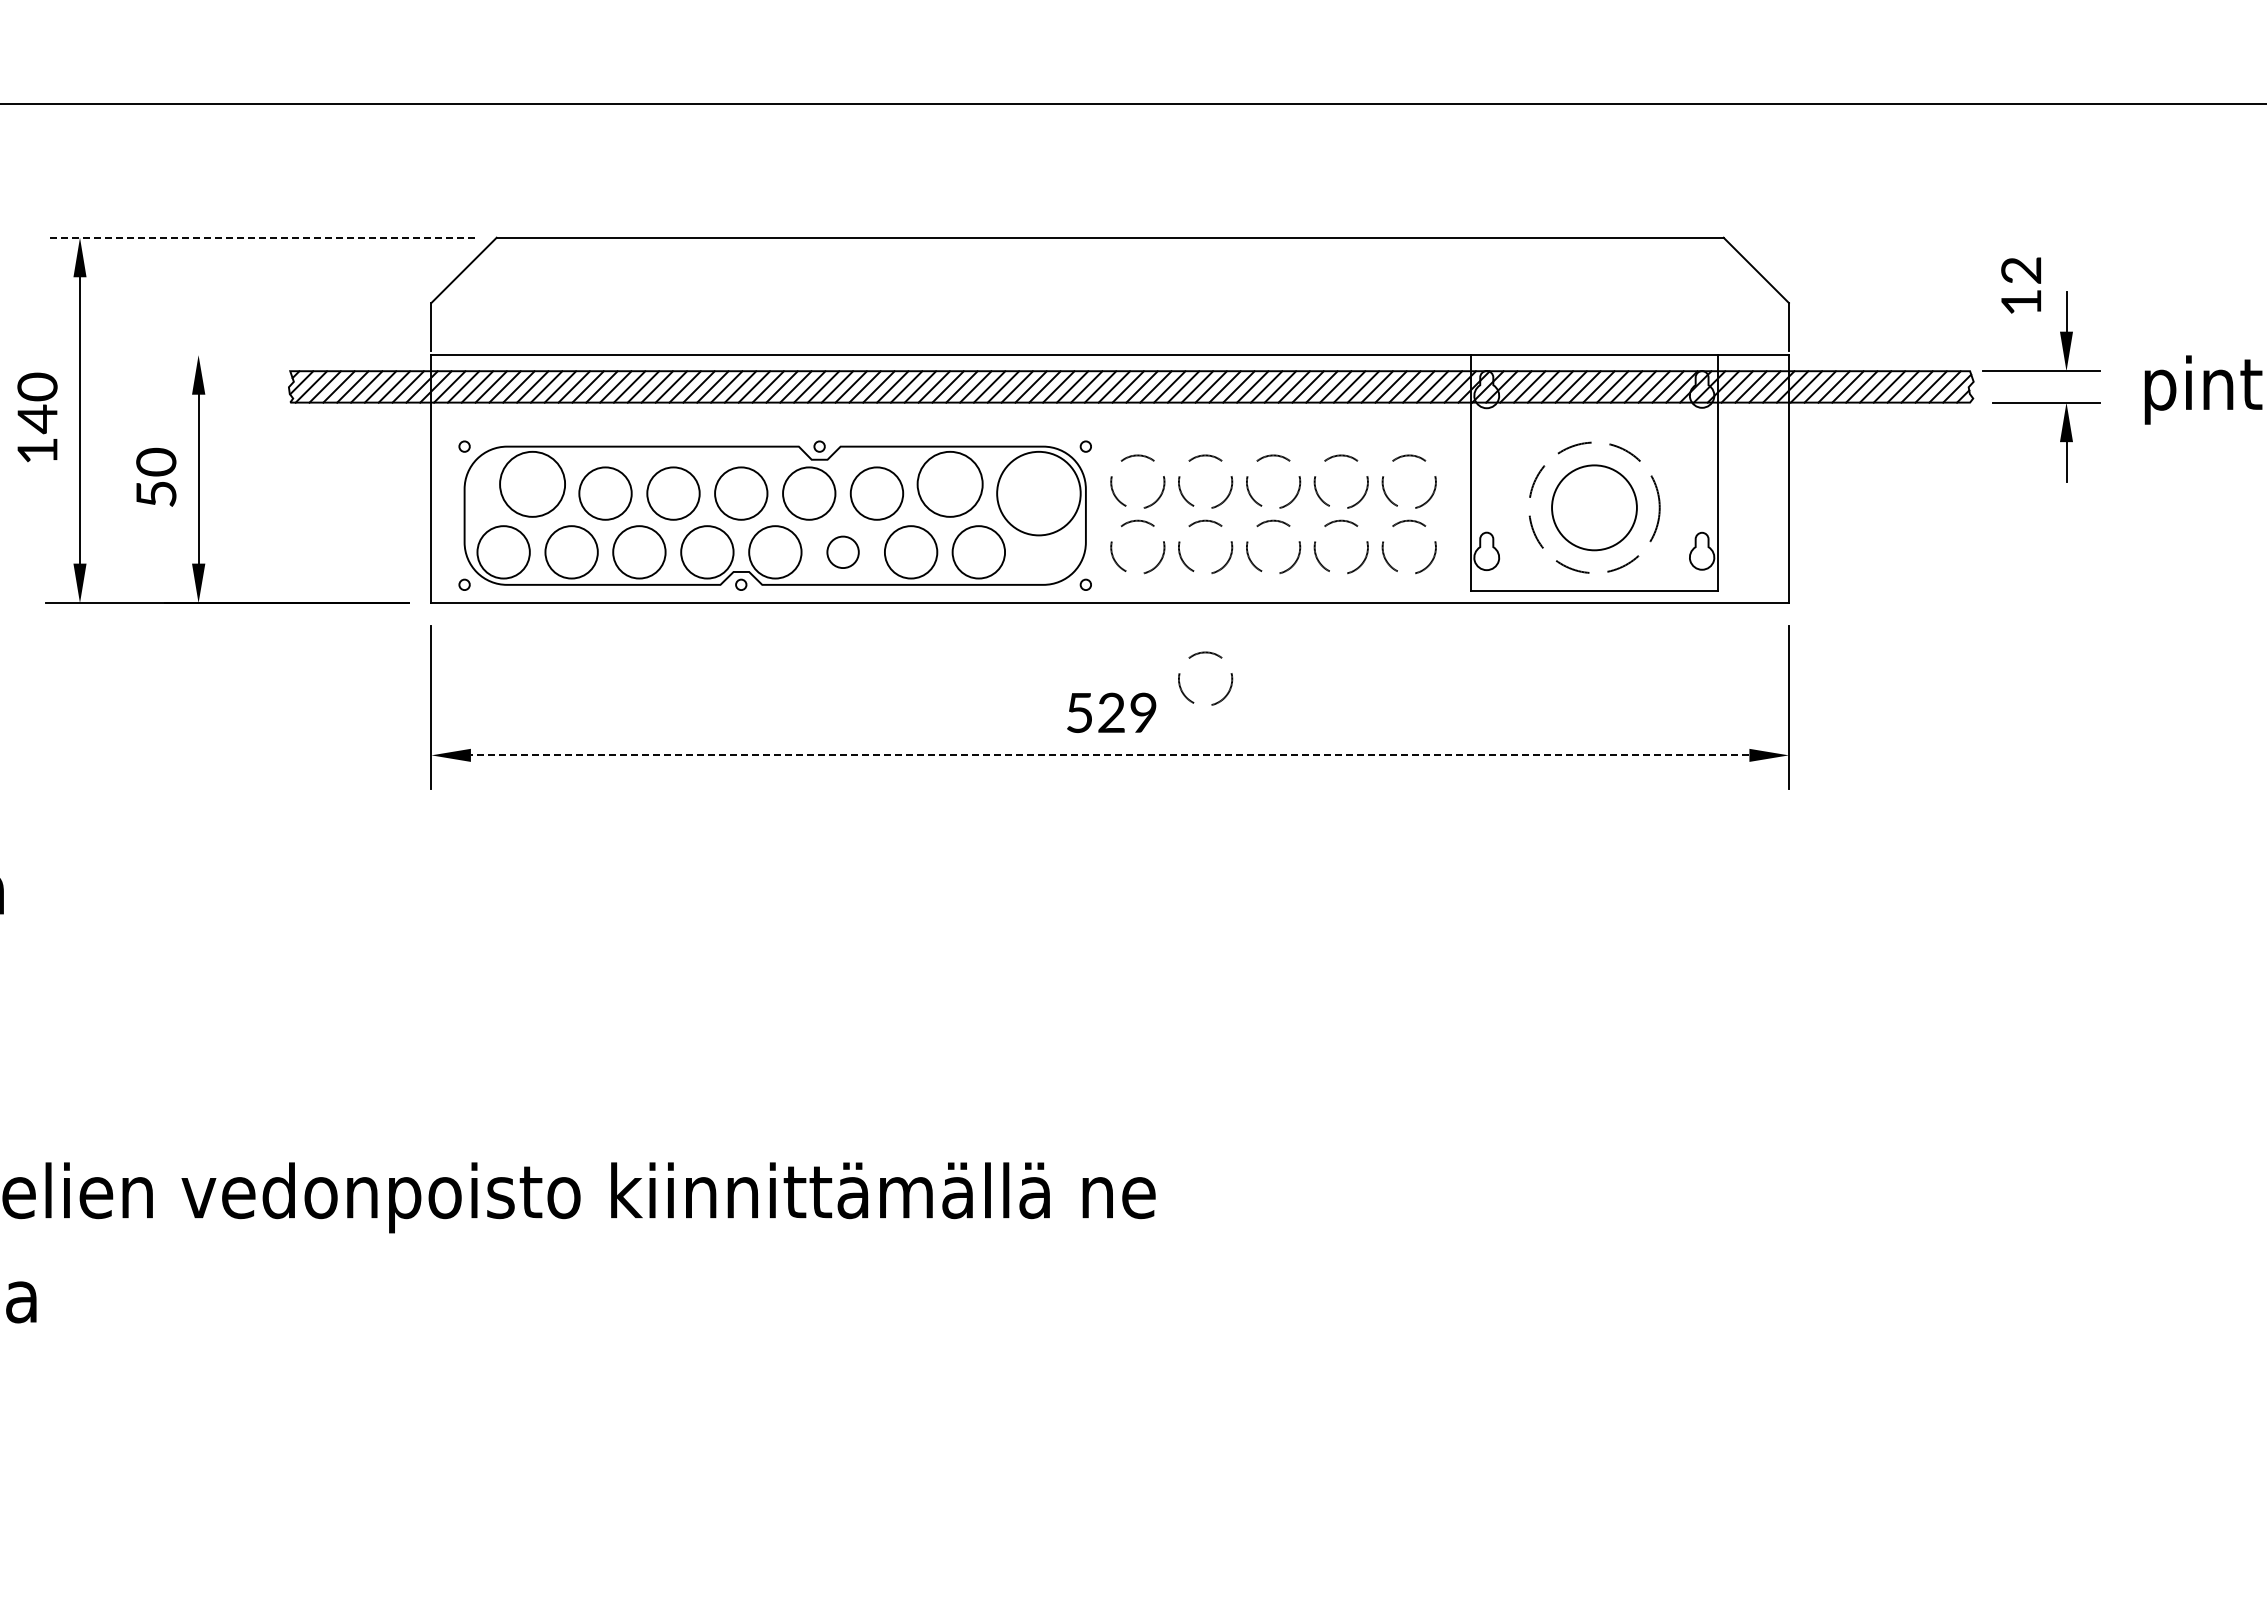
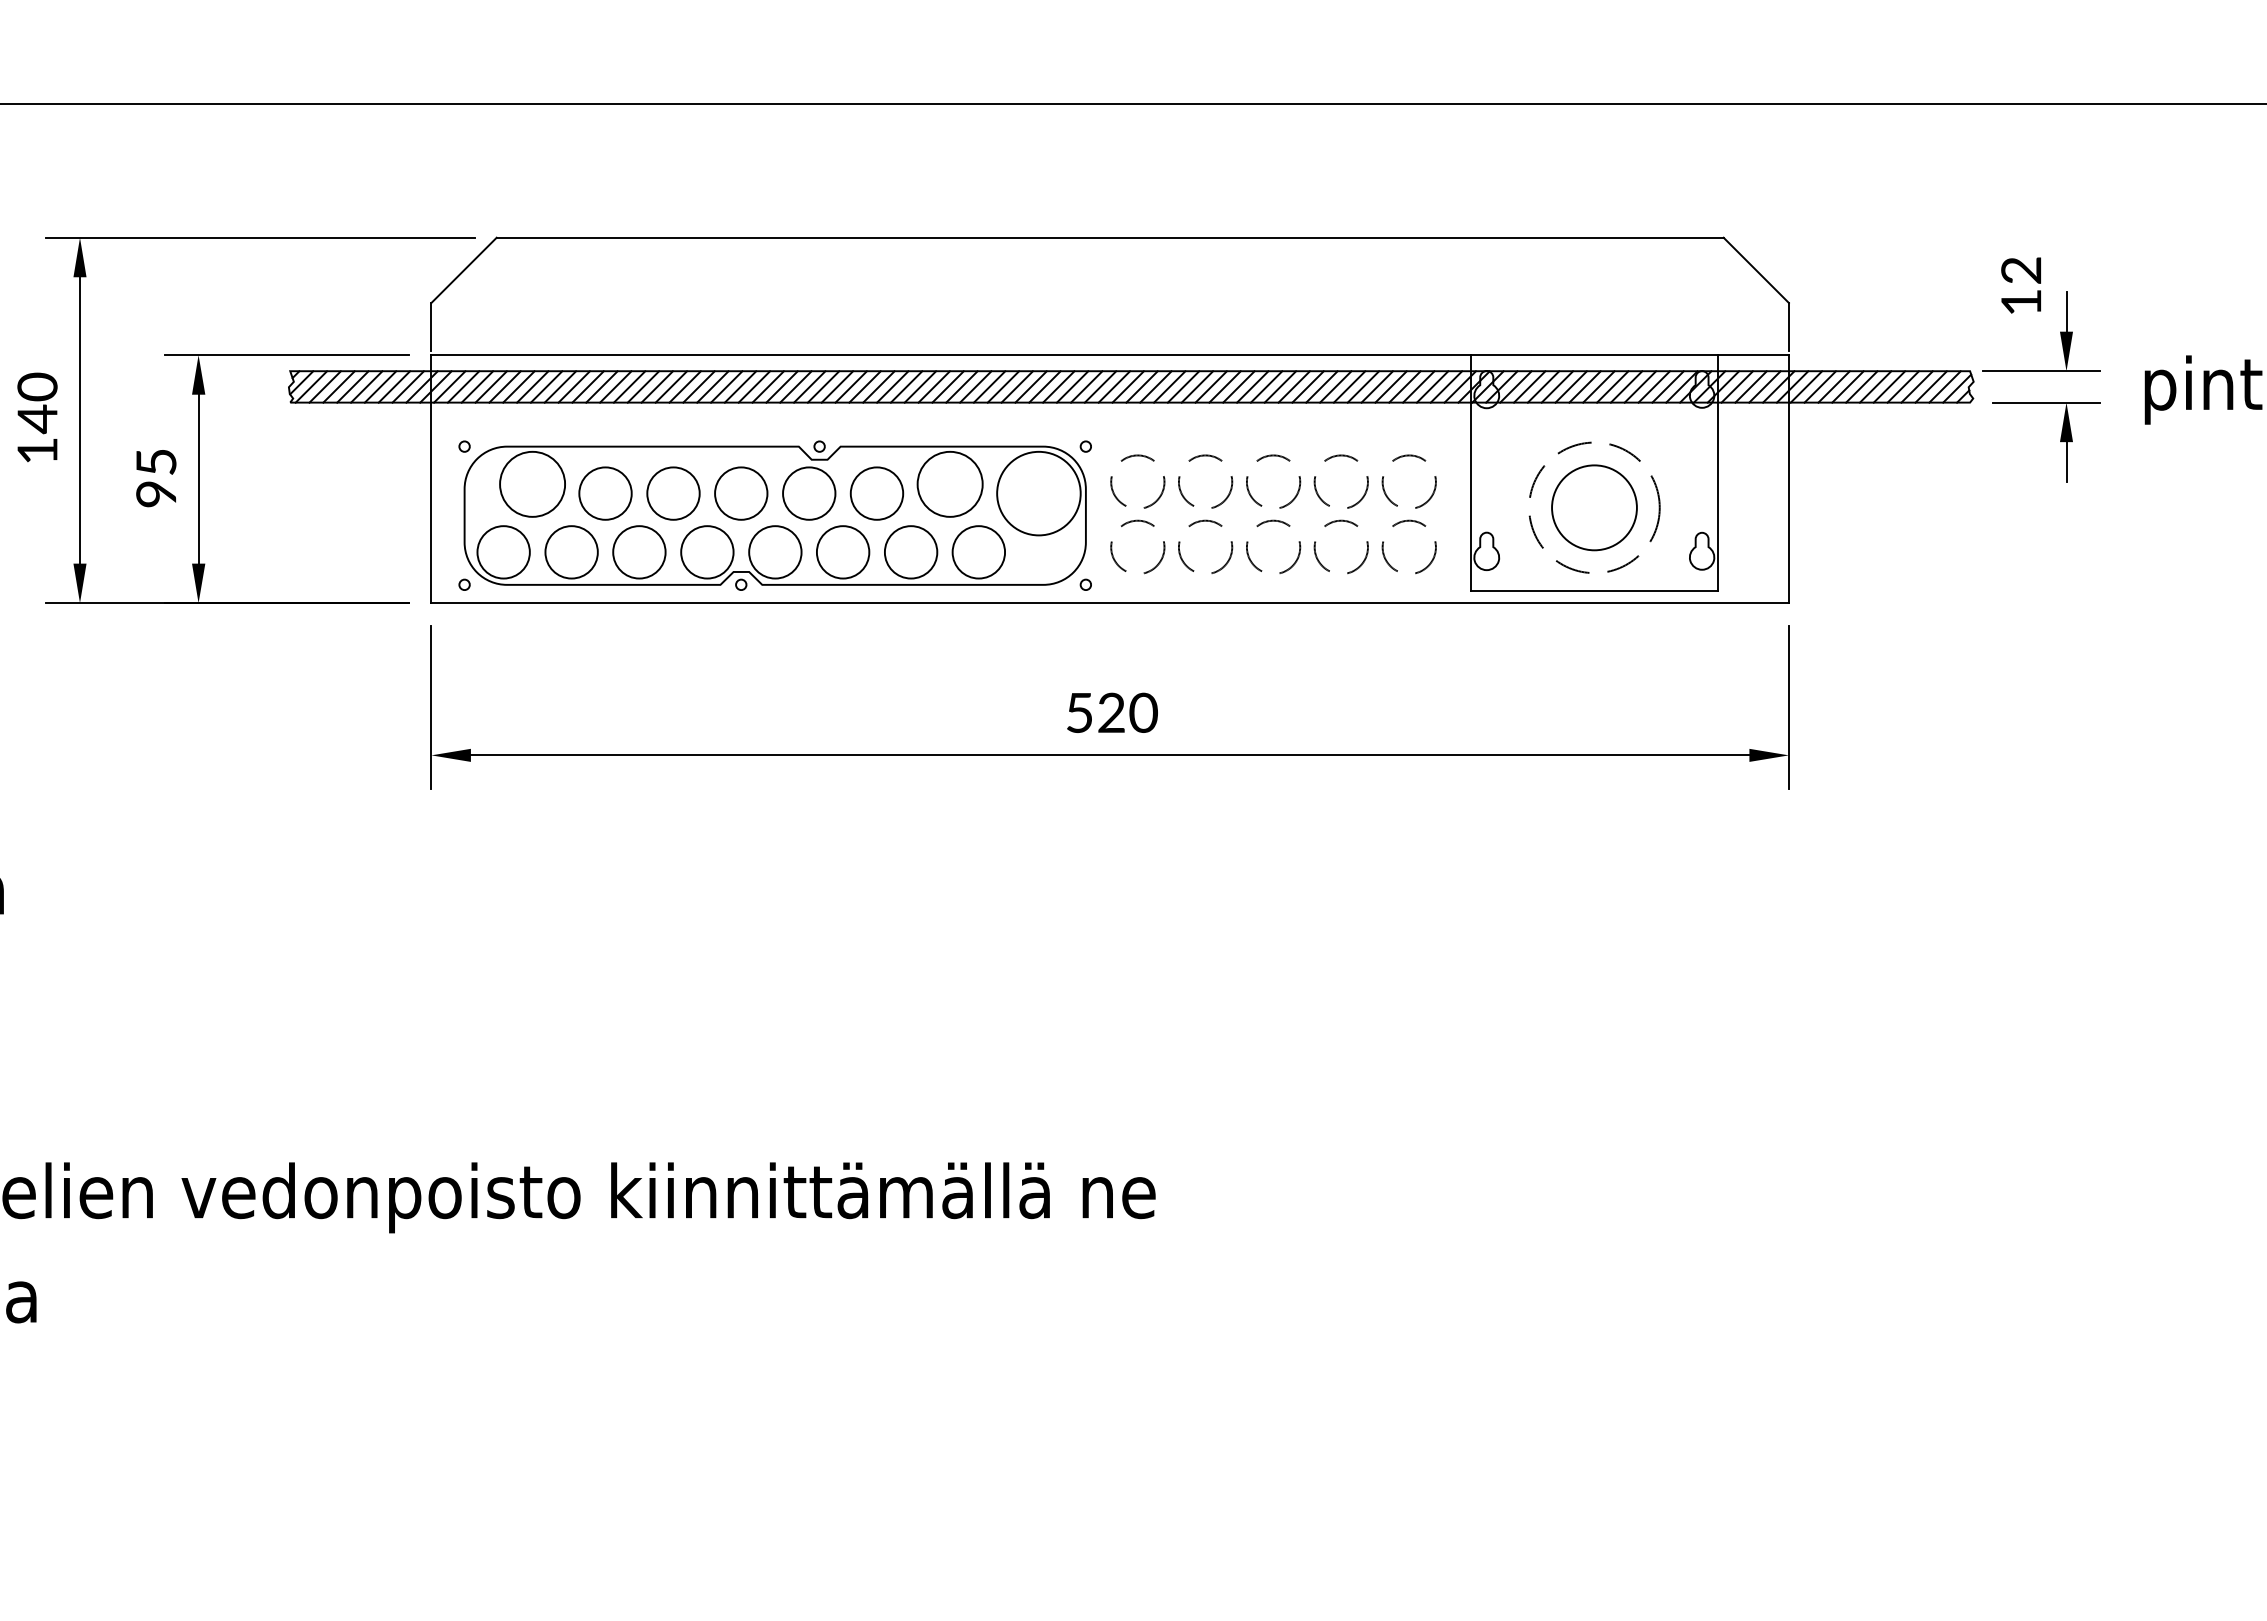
line at (259, 237): dashed -> solid
line at (286, 355): none -> present
text at (156, 477): 50 -> 95
circle at (842, 552) diameter: 31 px -> 52 px
circle at (1205, 678): present -> none
text at (1143, 713): 529 -> 520
line at (1109, 755): dashed -> solid
